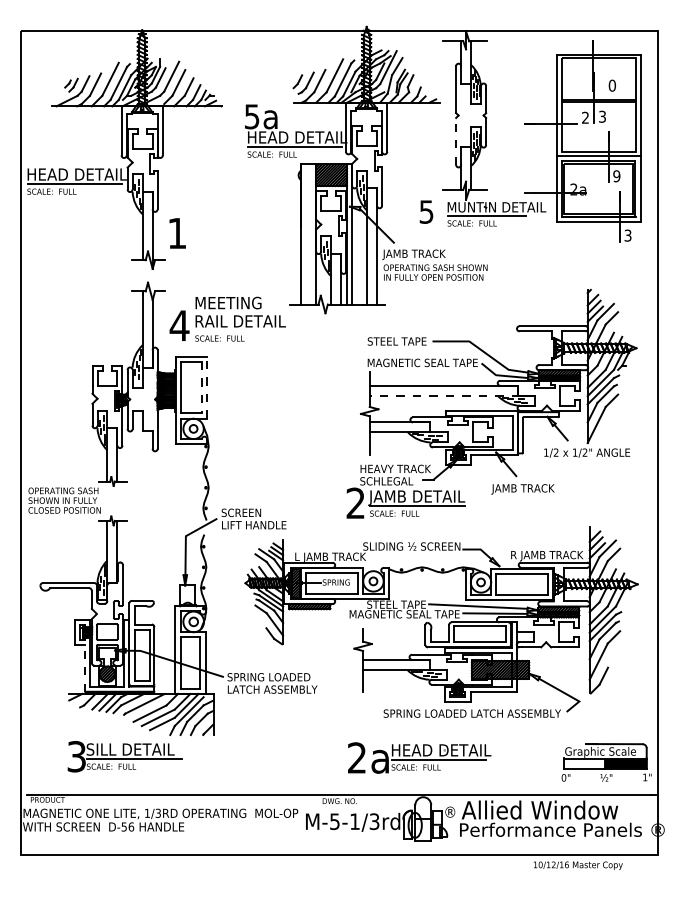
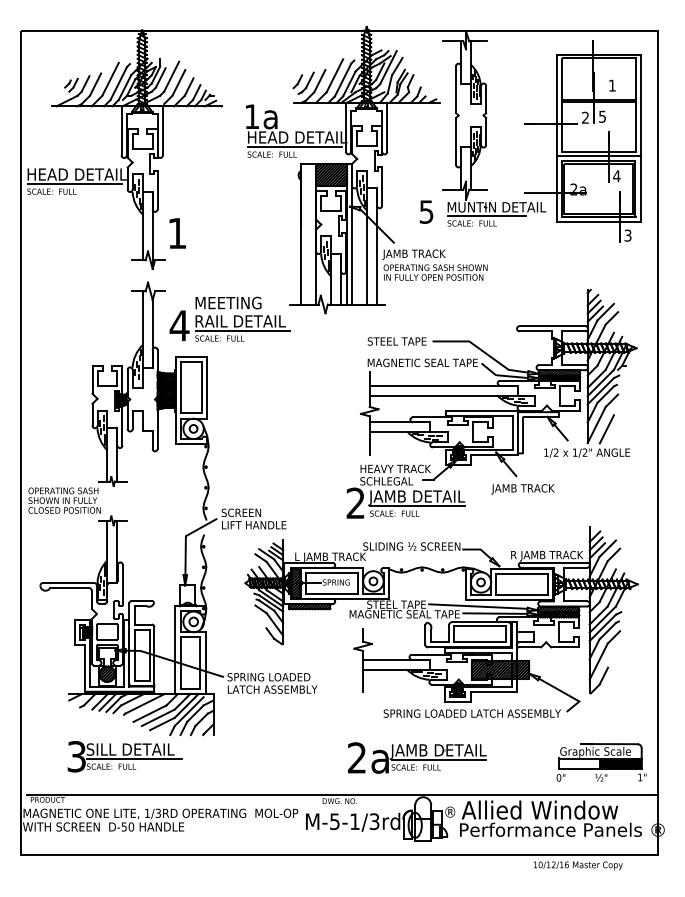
text at (611, 85): 0 -> 1
text at (252, 116): 5a -> 1a
text at (602, 116): 3 -> 5
line at (456, 140): dashed -> solid
text at (616, 176): 9 -> 4
line at (242, 331): none -> present
line at (201, 387): dashed -> solid
line at (207, 387): dashed -> solid
line at (444, 395): dashed -> solid
line at (606, 429): none -> present
line at (85, 668): dashed -> solid
text at (440, 751): HEAD DETAIL -> JAMB DETAIL
part at (606, 762) position: (606, 762) -> (601, 762)
text at (131, 826): D-56 -> D-50
